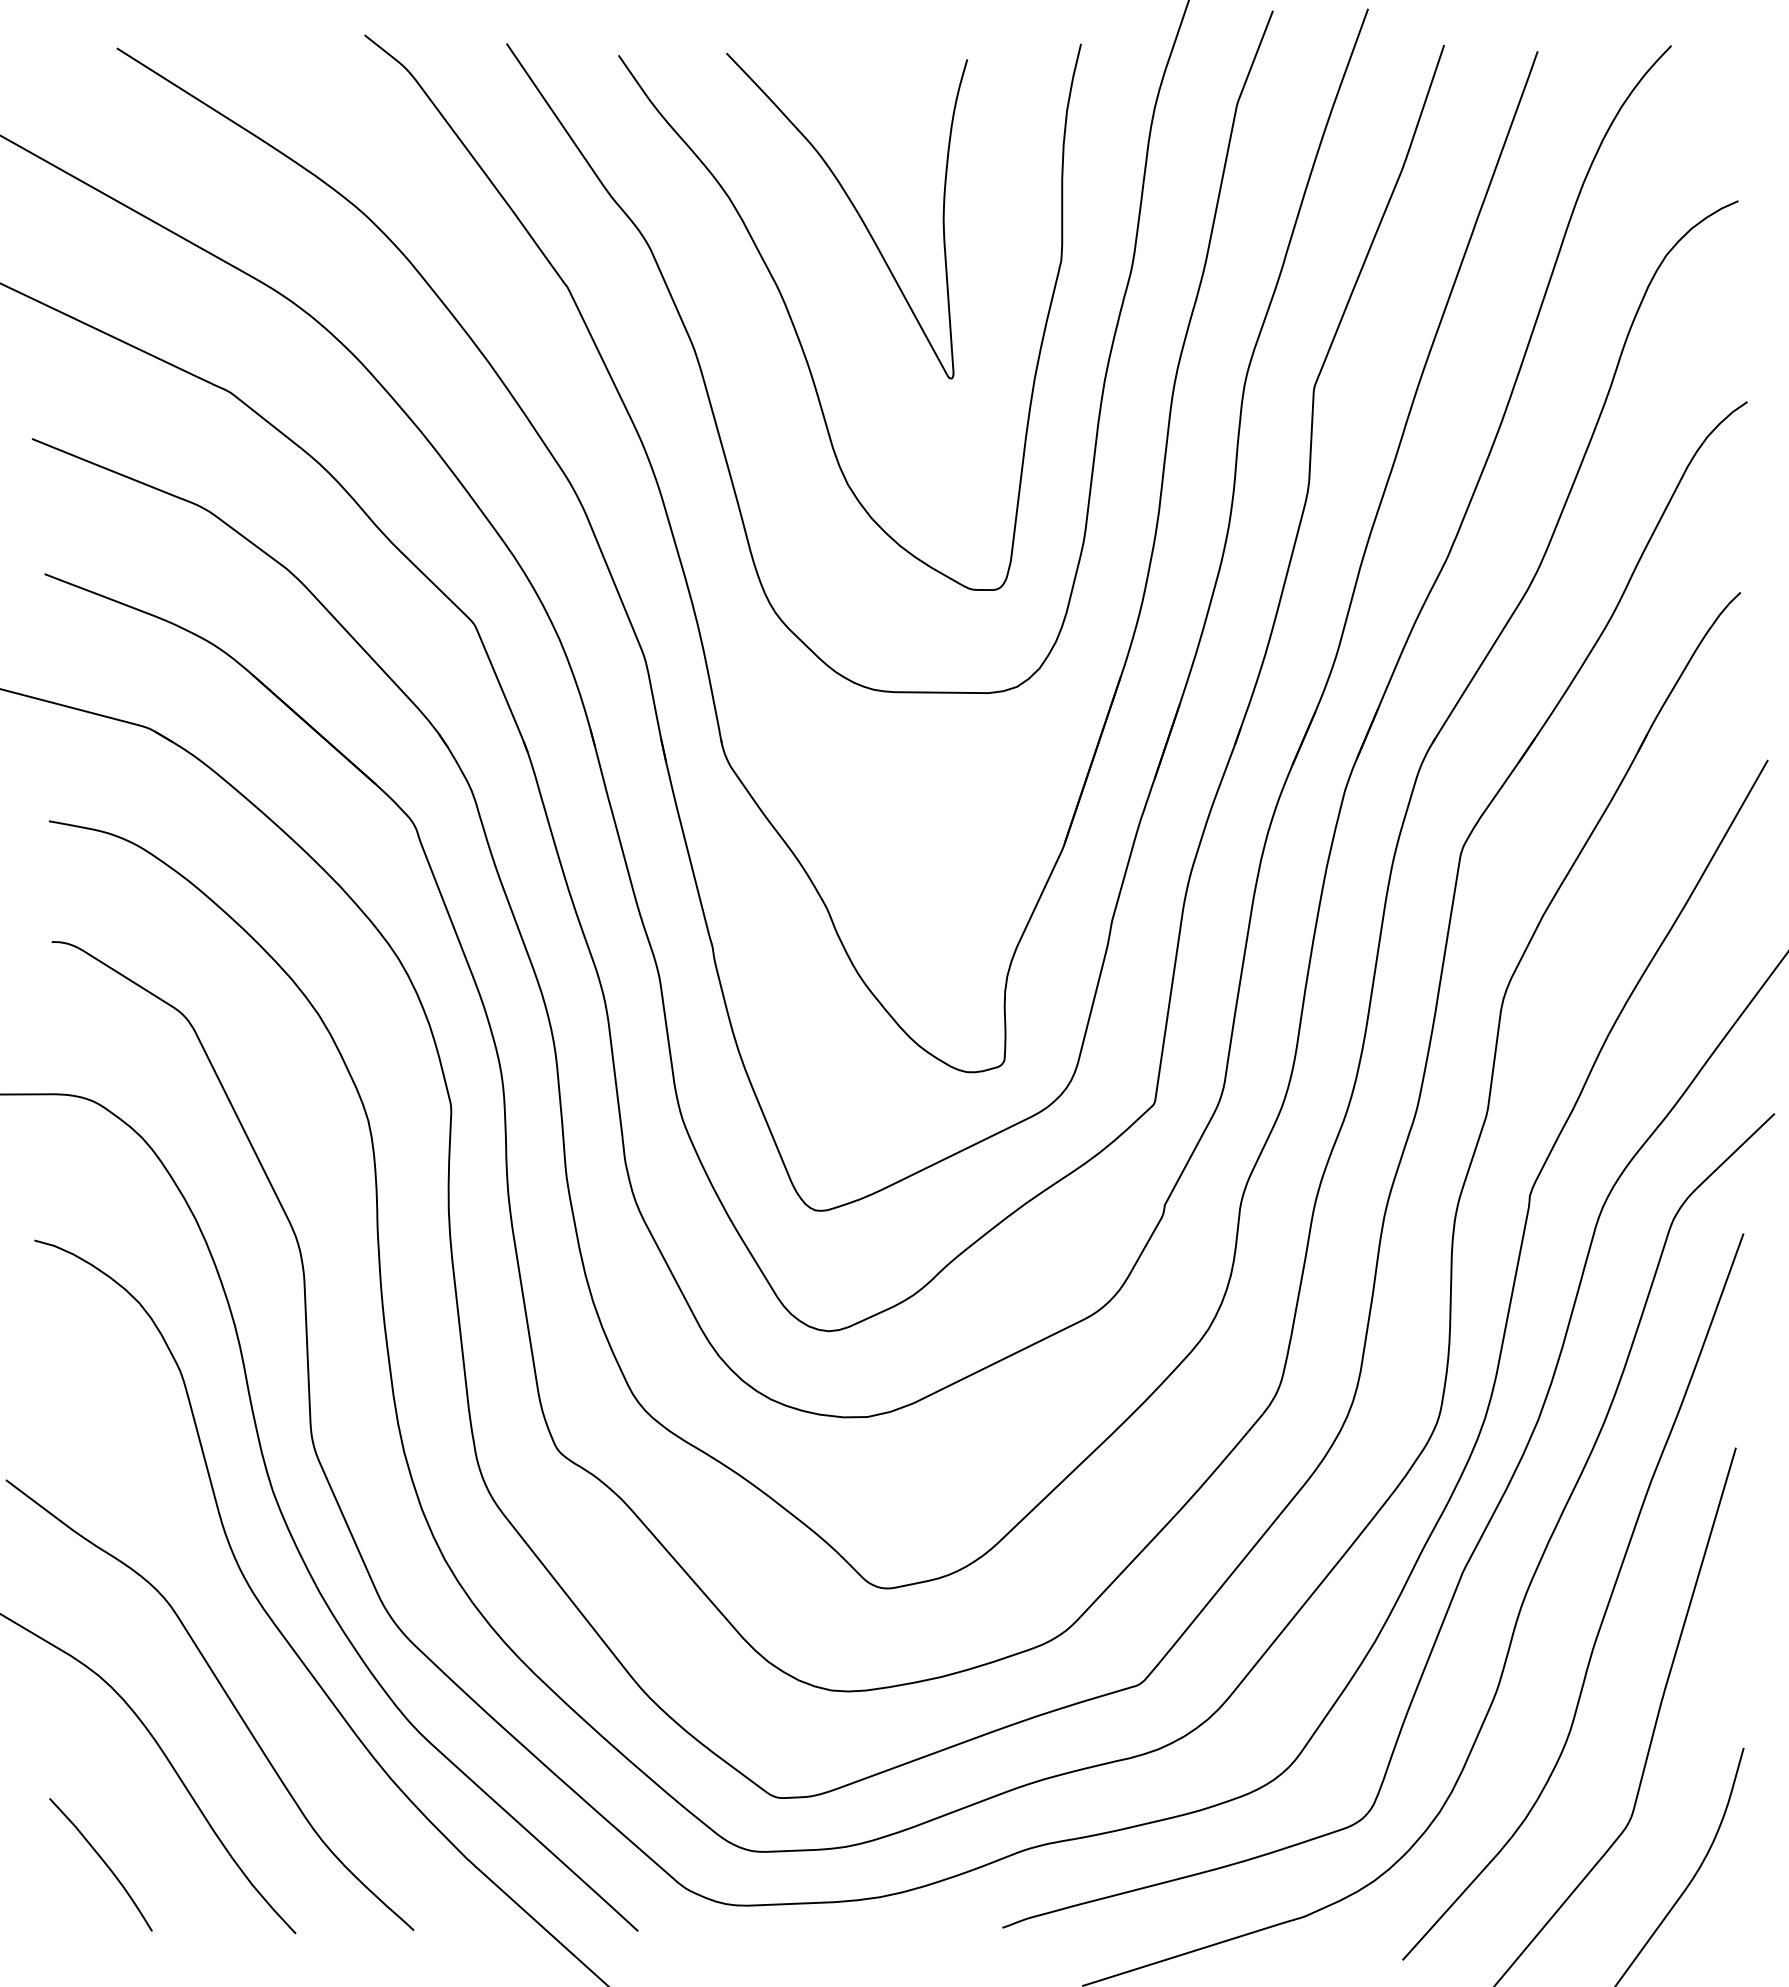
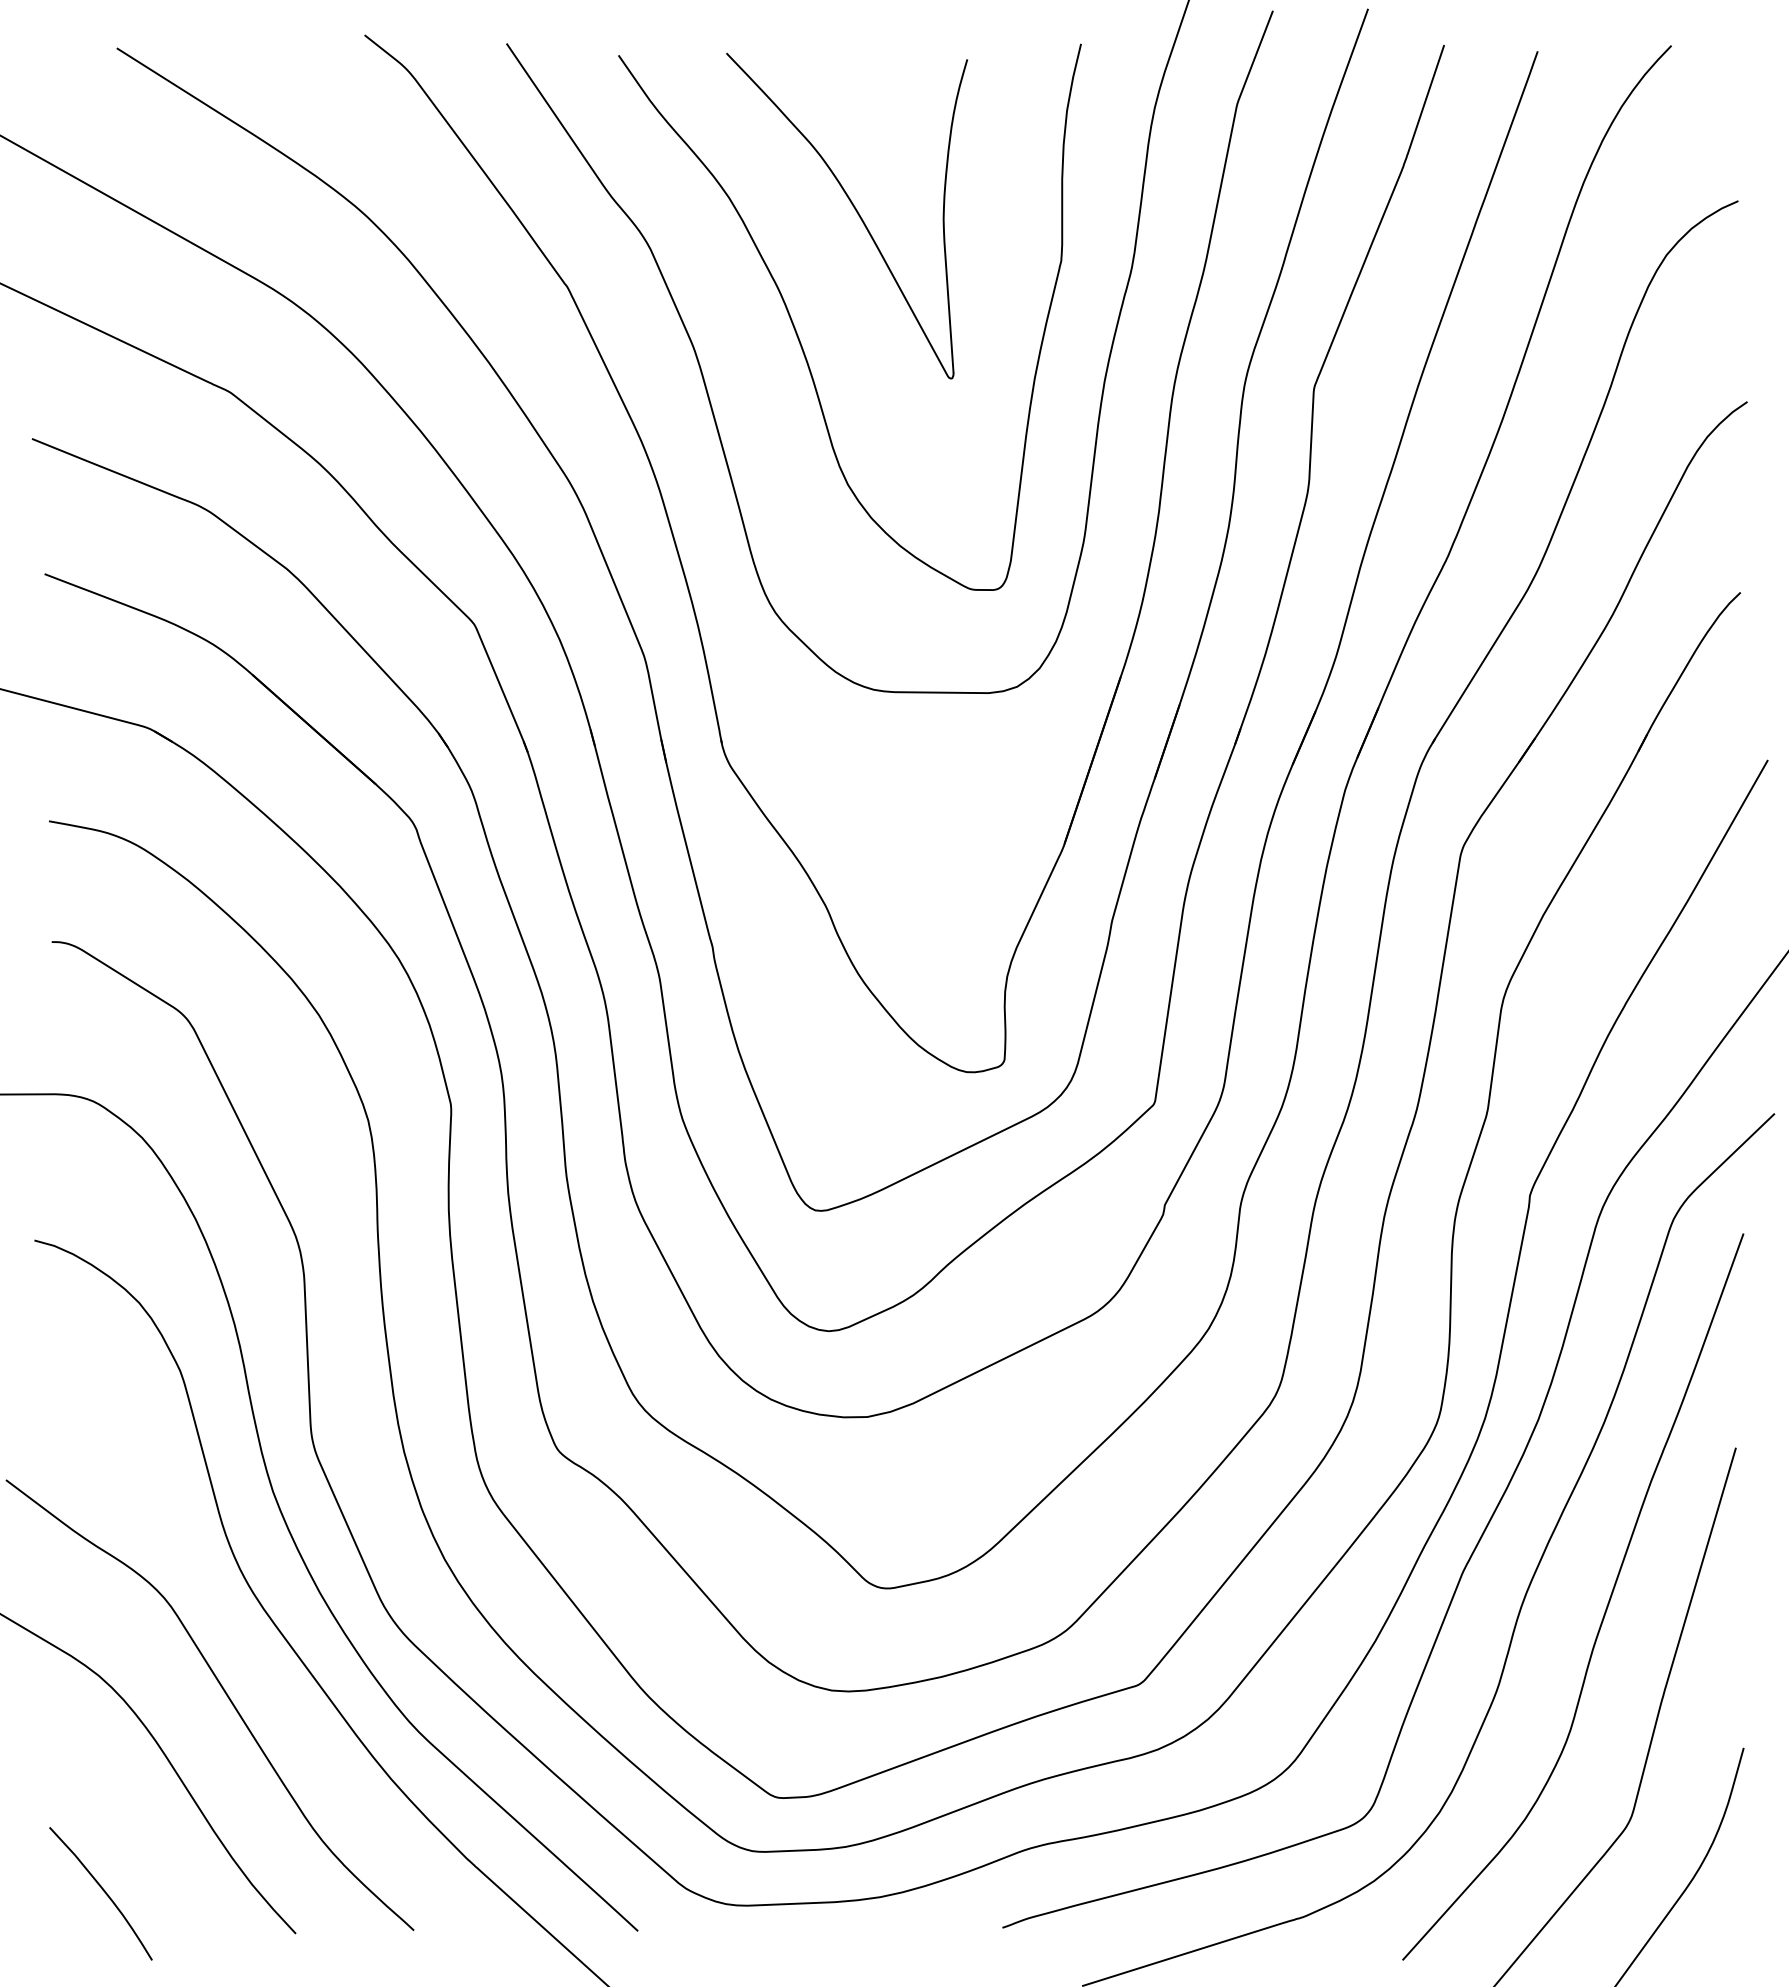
curve at (102, 1861) position: (102, 1861) -> (102, 1890)
